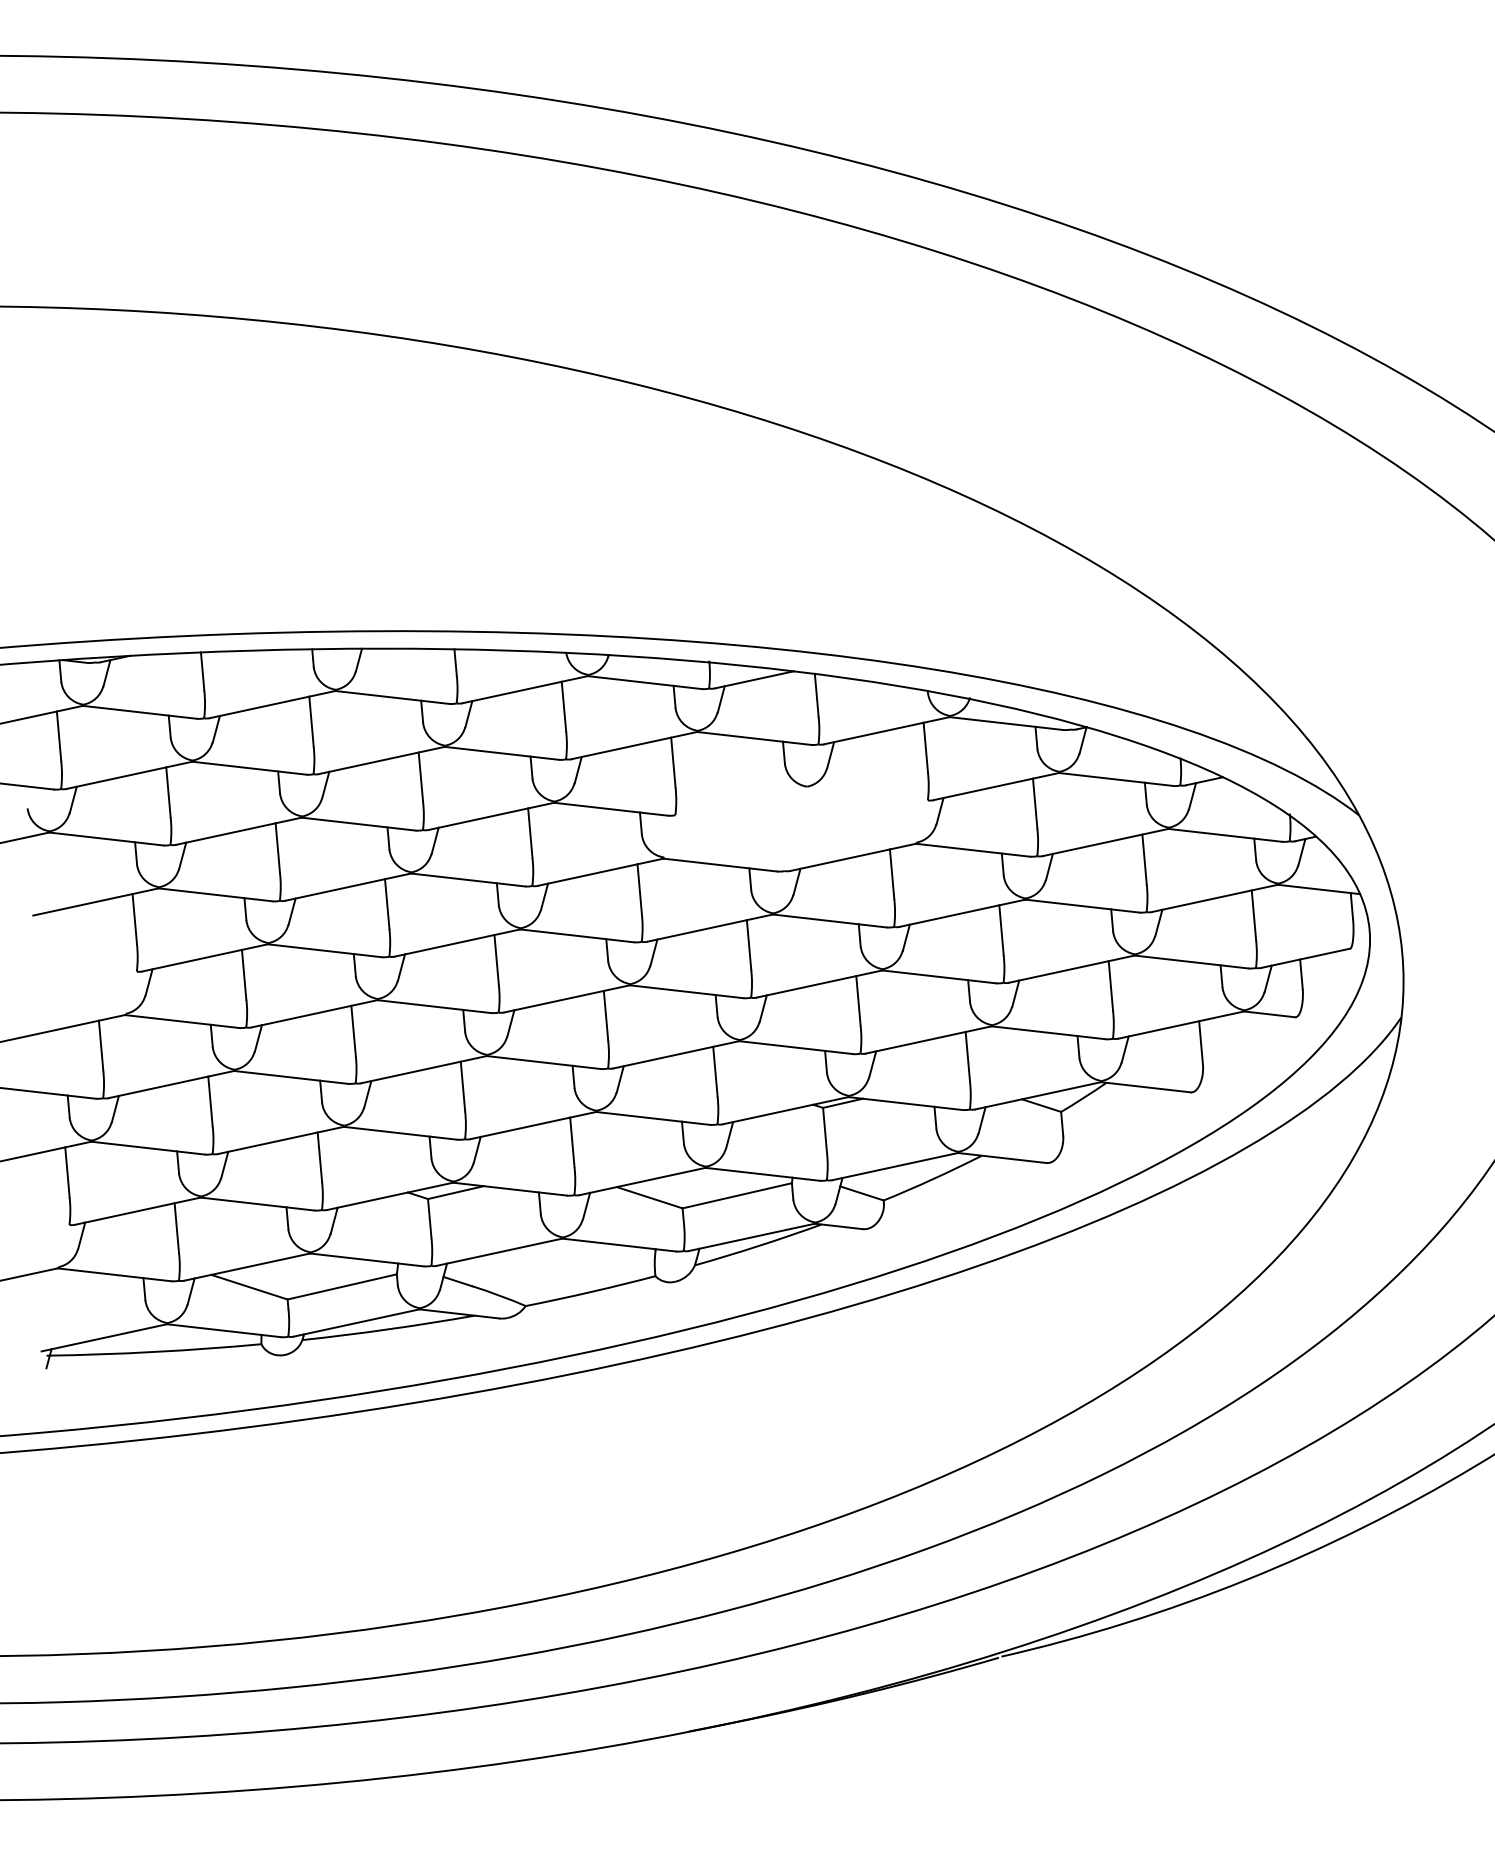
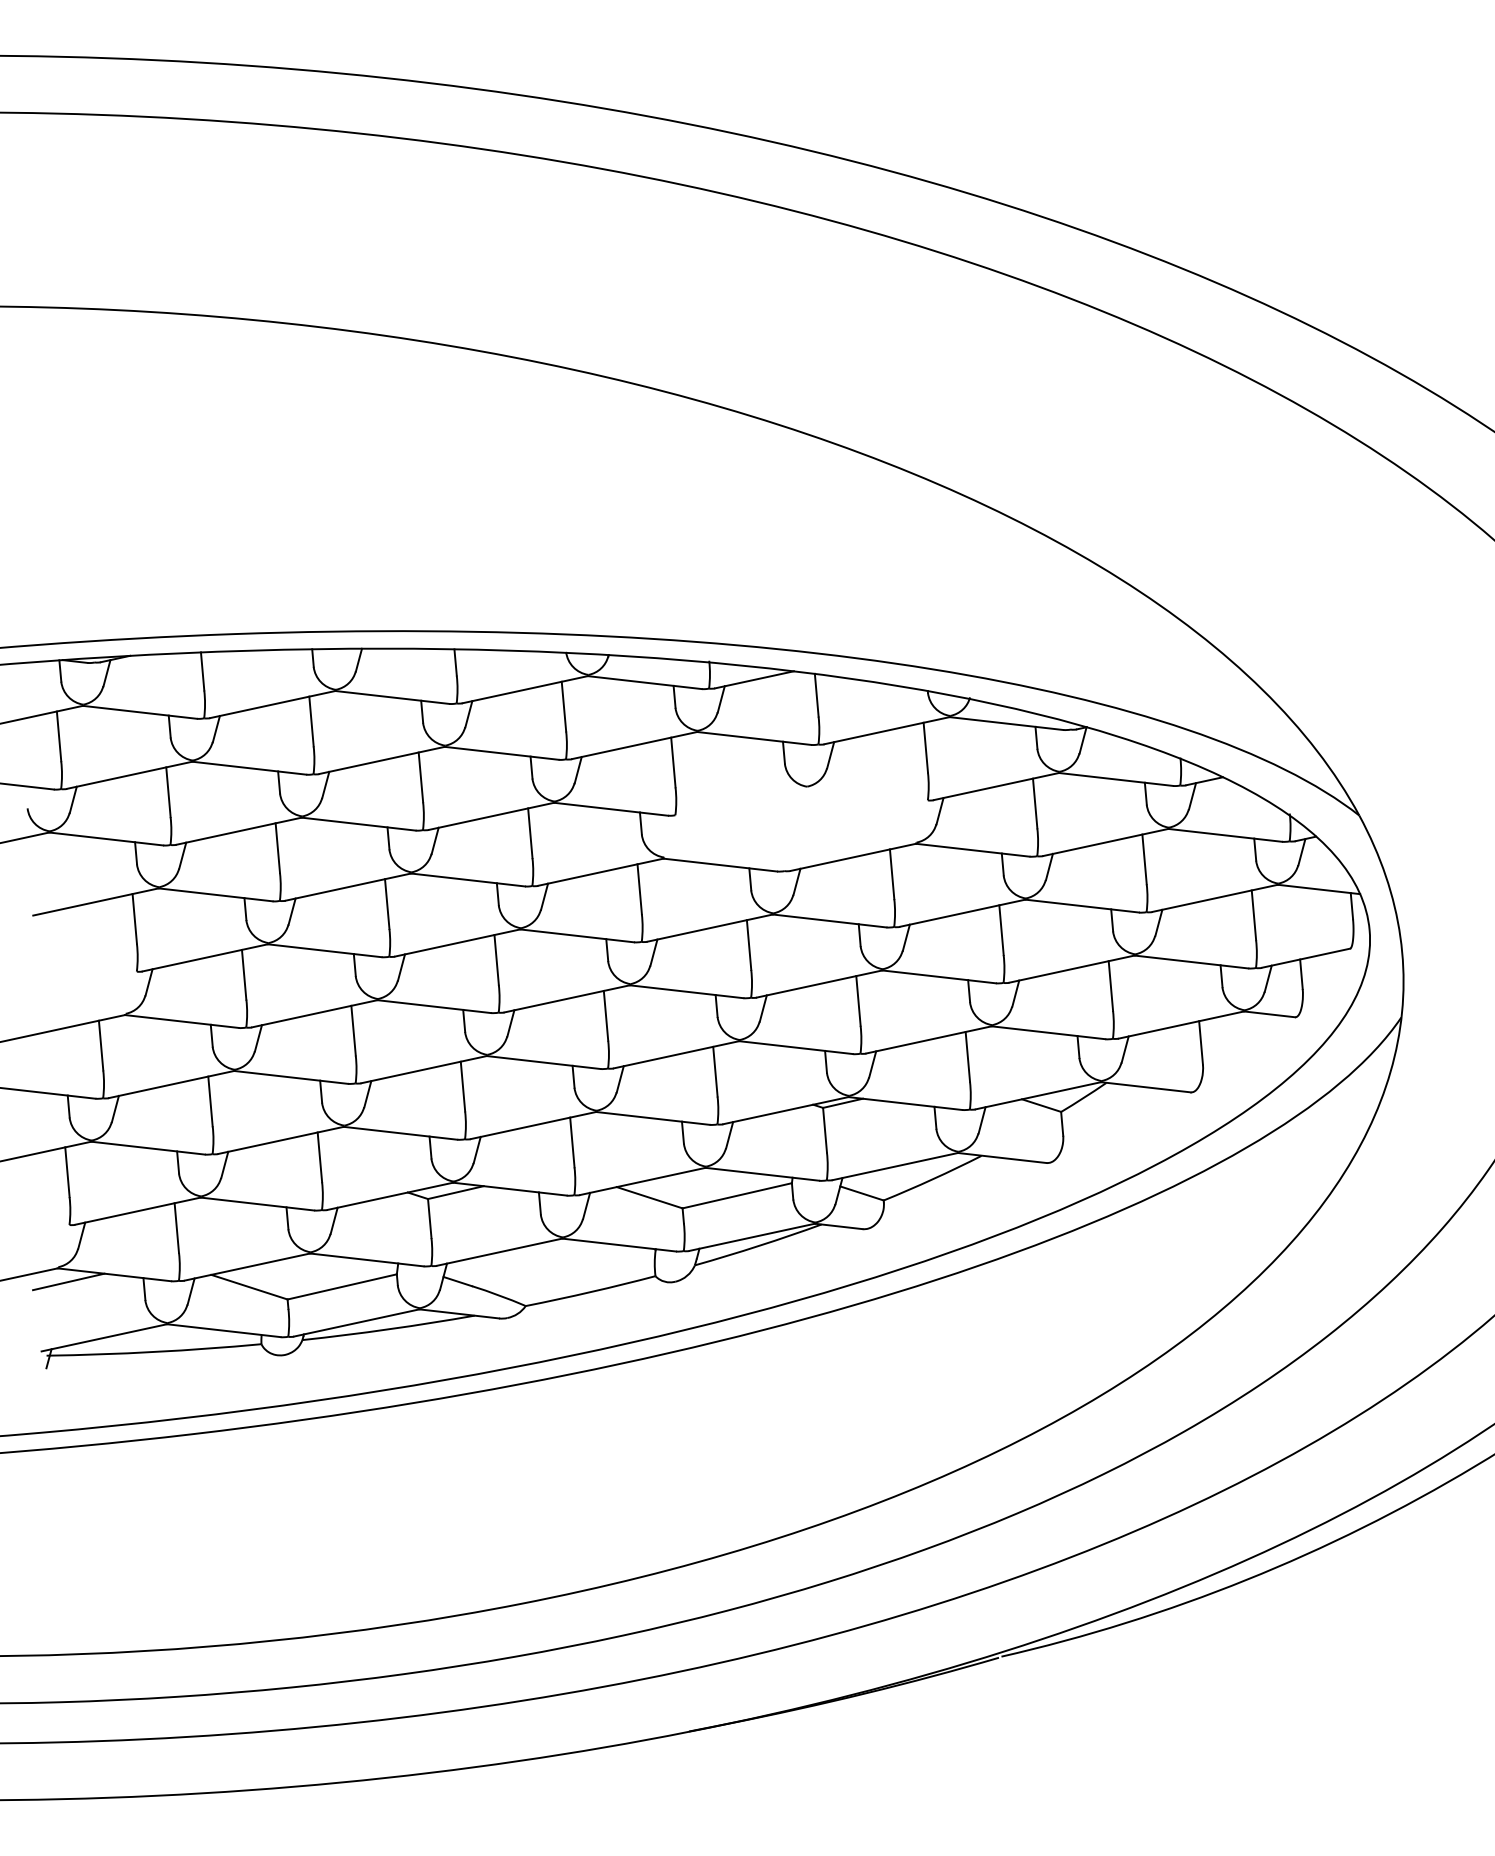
line at (68, 1281): none -> present
